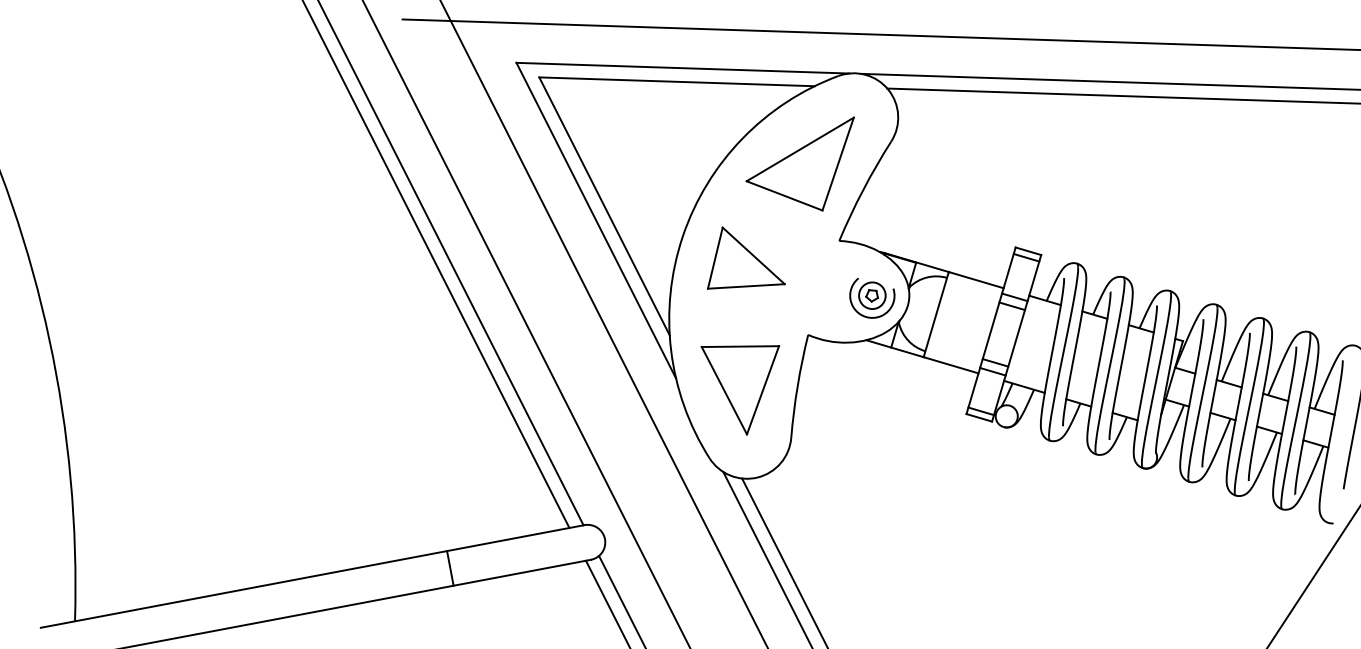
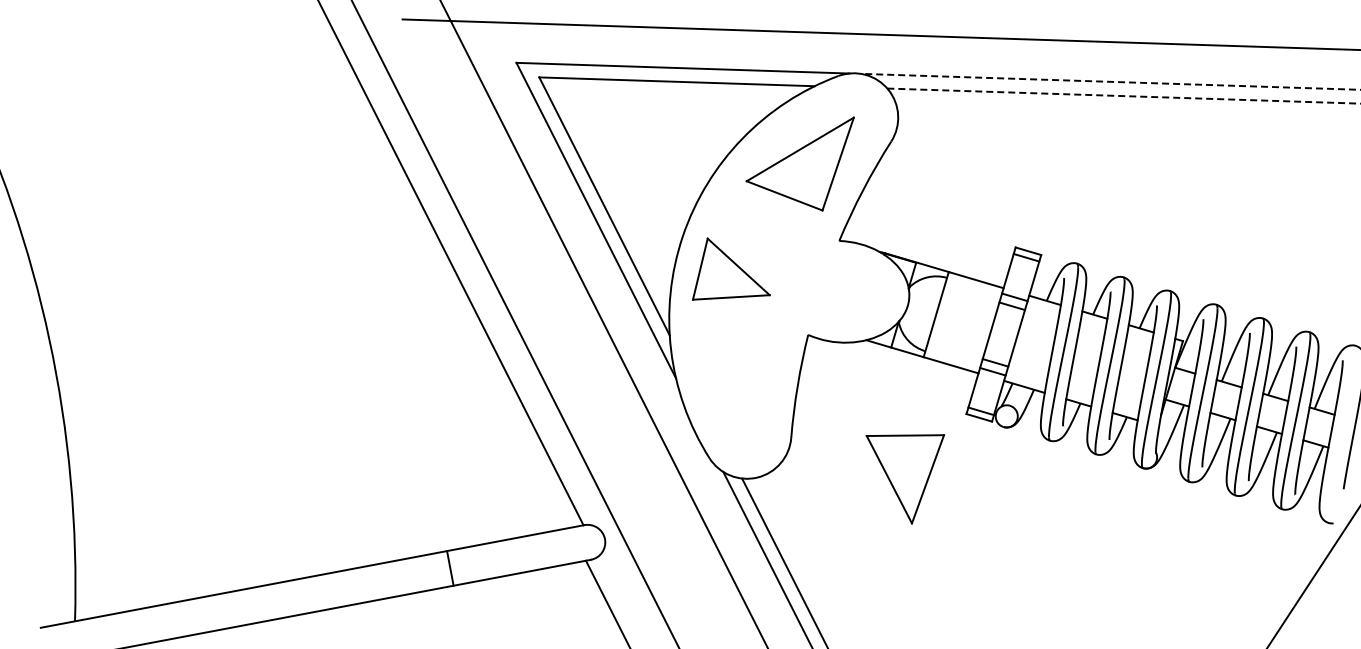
line at (1110, 81): solid -> dashed
line at (1123, 96): solid -> dashed
part at (746, 257) position: (746, 257) -> (731, 268)
line at (436, 264): present -> none
part at (872, 298): present -> none
line at (525, 323) position: (525, 323) -> (515, 323)
part at (739, 390) position: (739, 390) -> (904, 479)
line at (621, 600): present -> none
